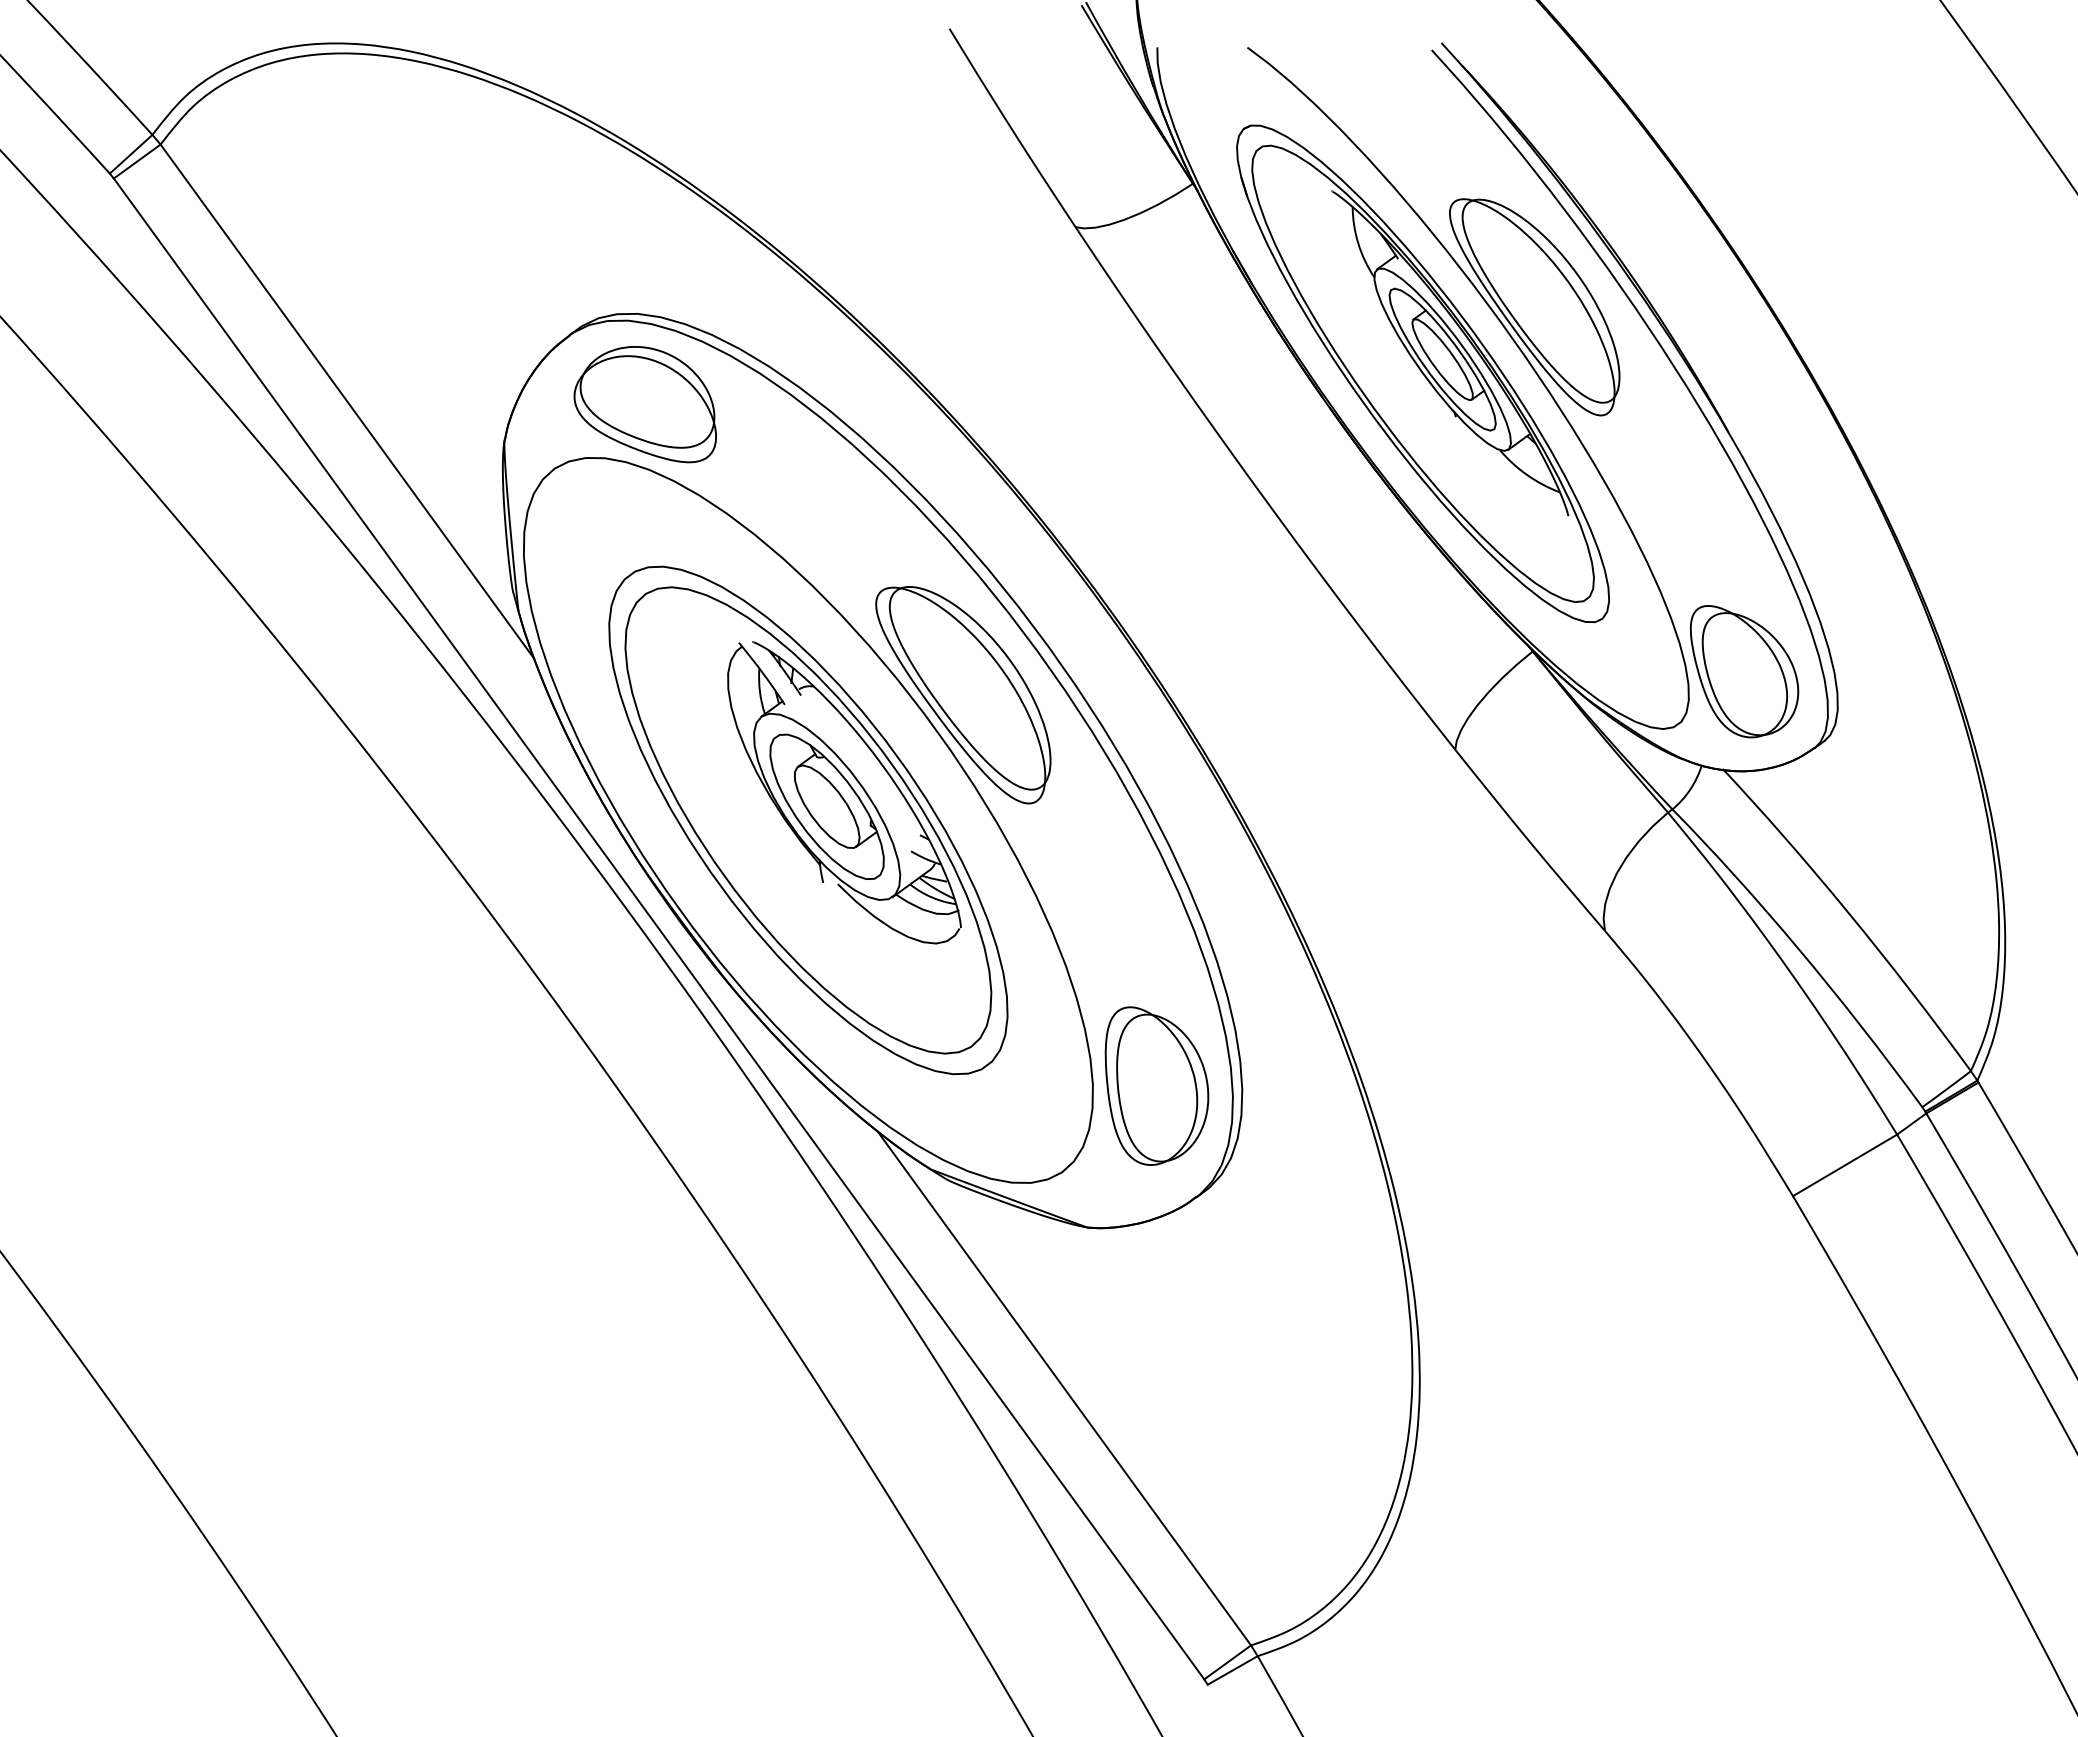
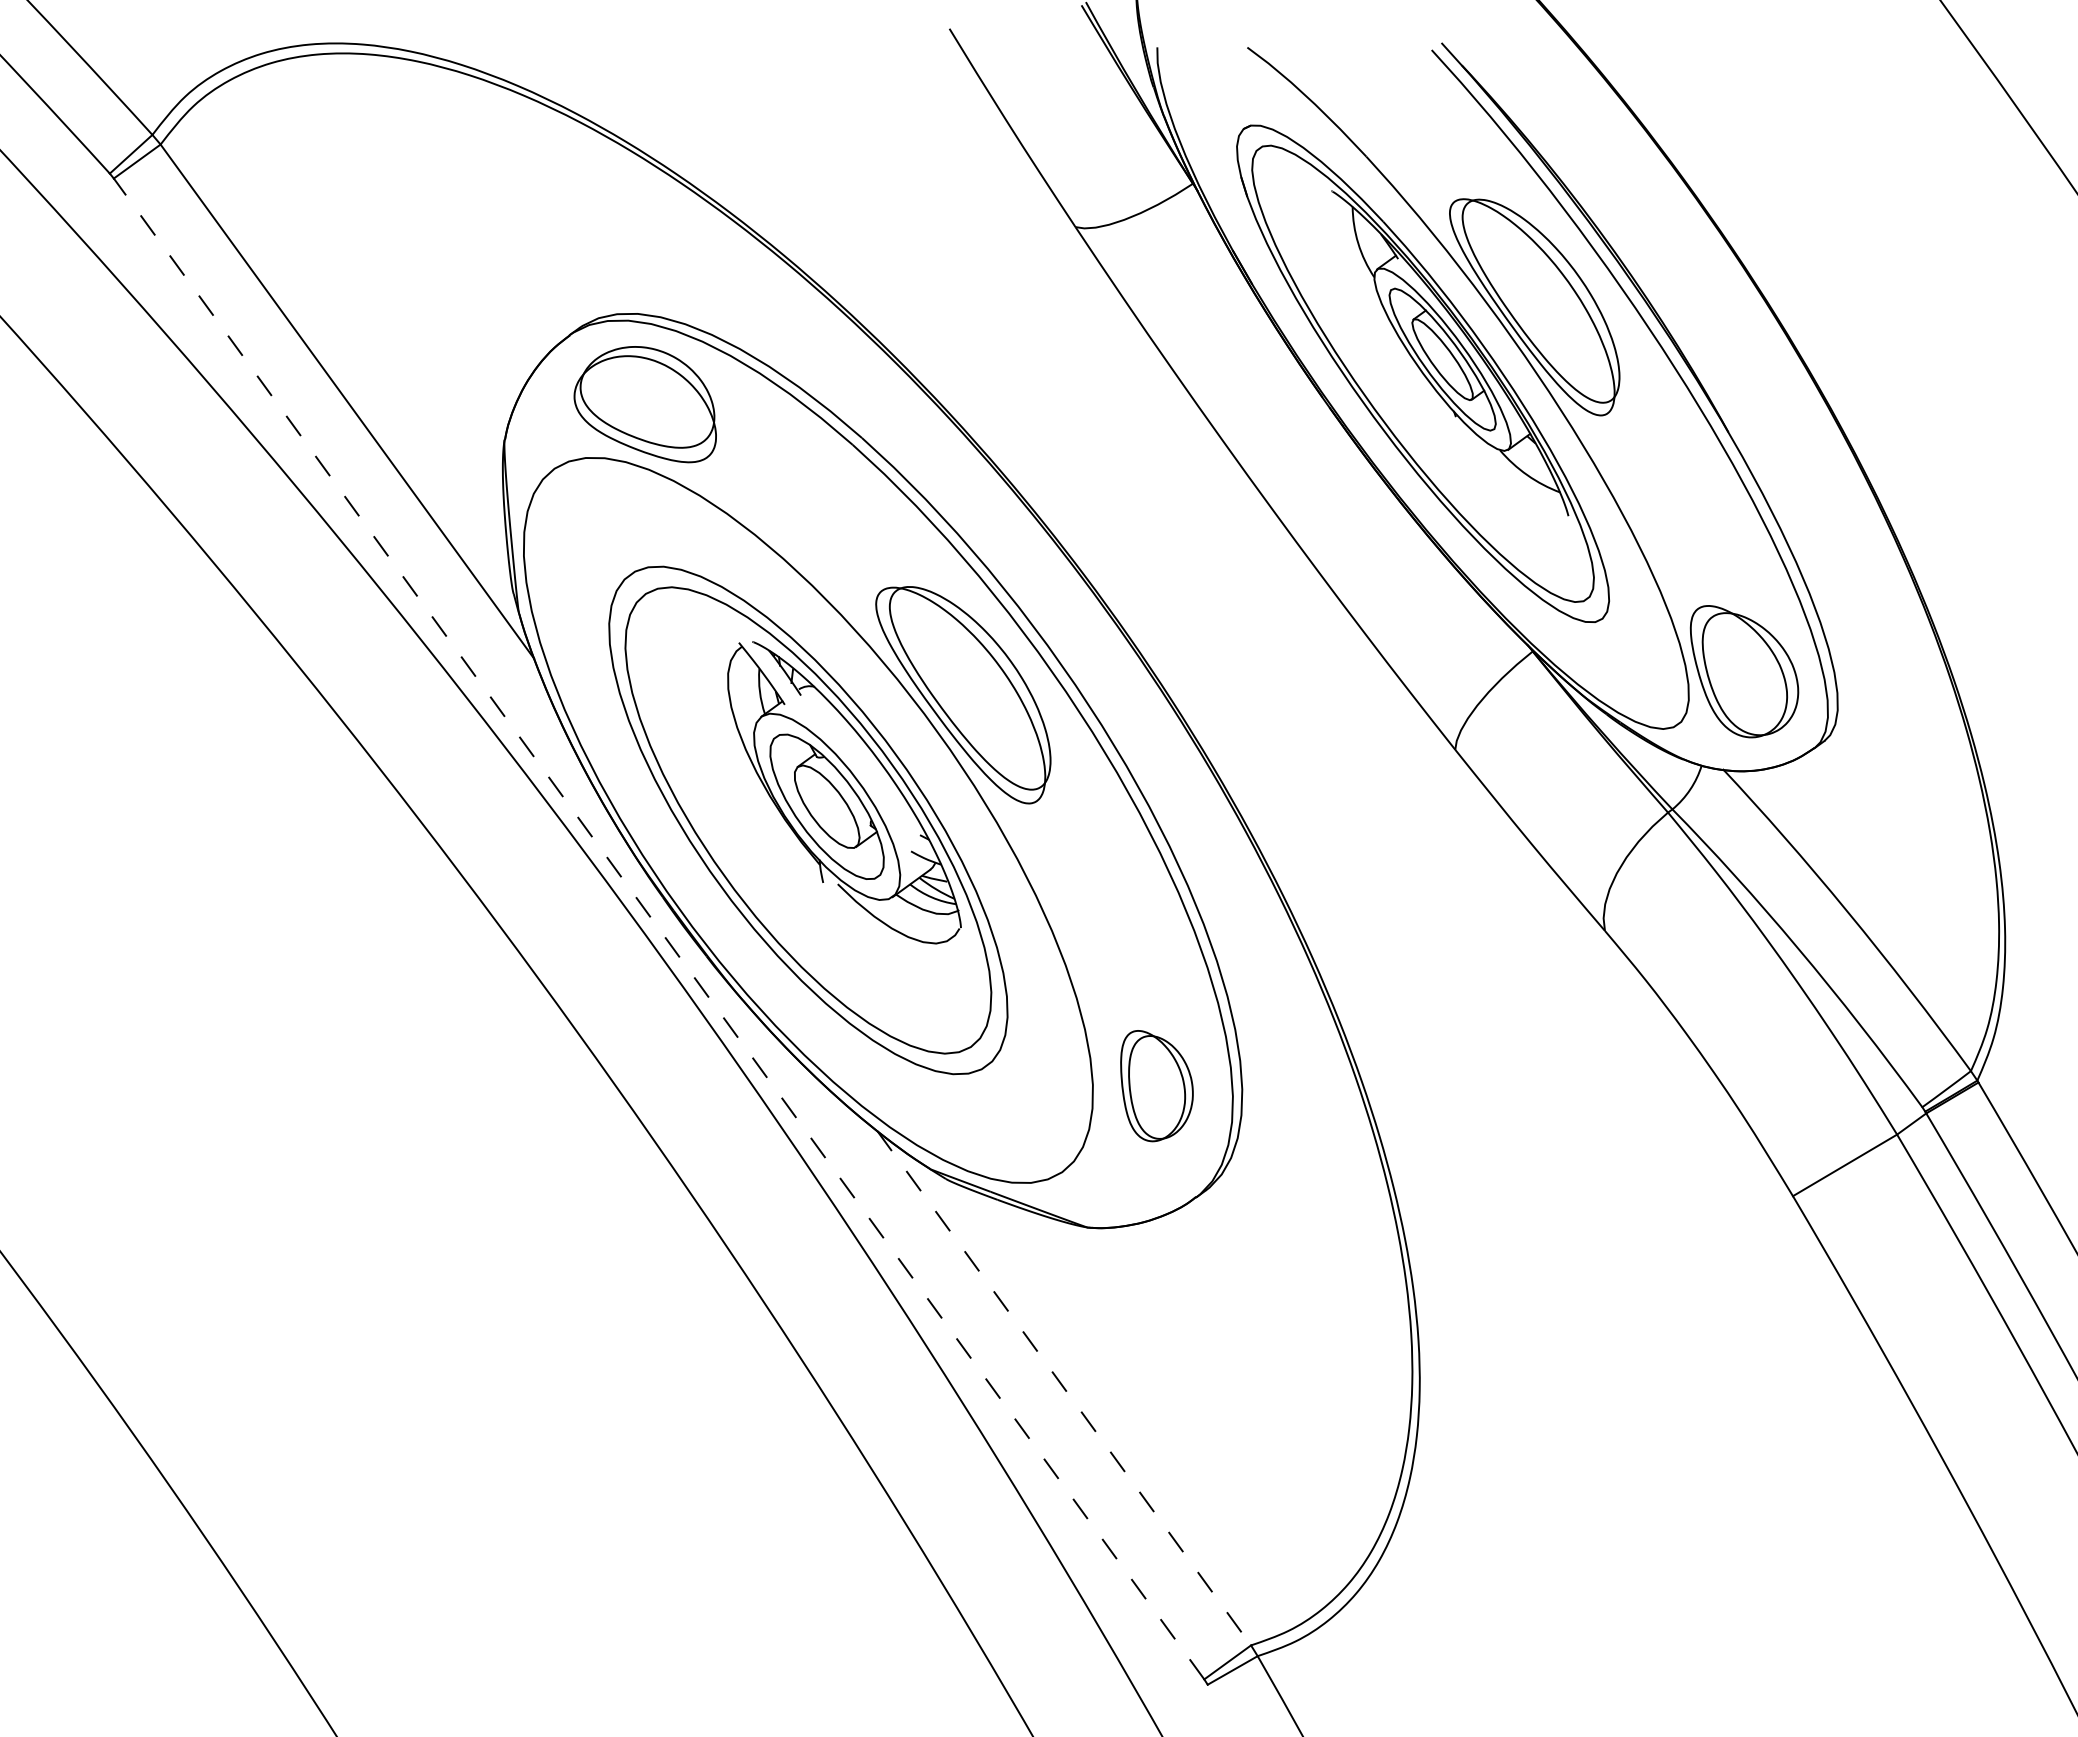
line at (659, 928): solid -> dashed
part at (1156, 1085) size: 106x160 px -> 74x113 px
line at (1064, 1388): solid -> dashed
